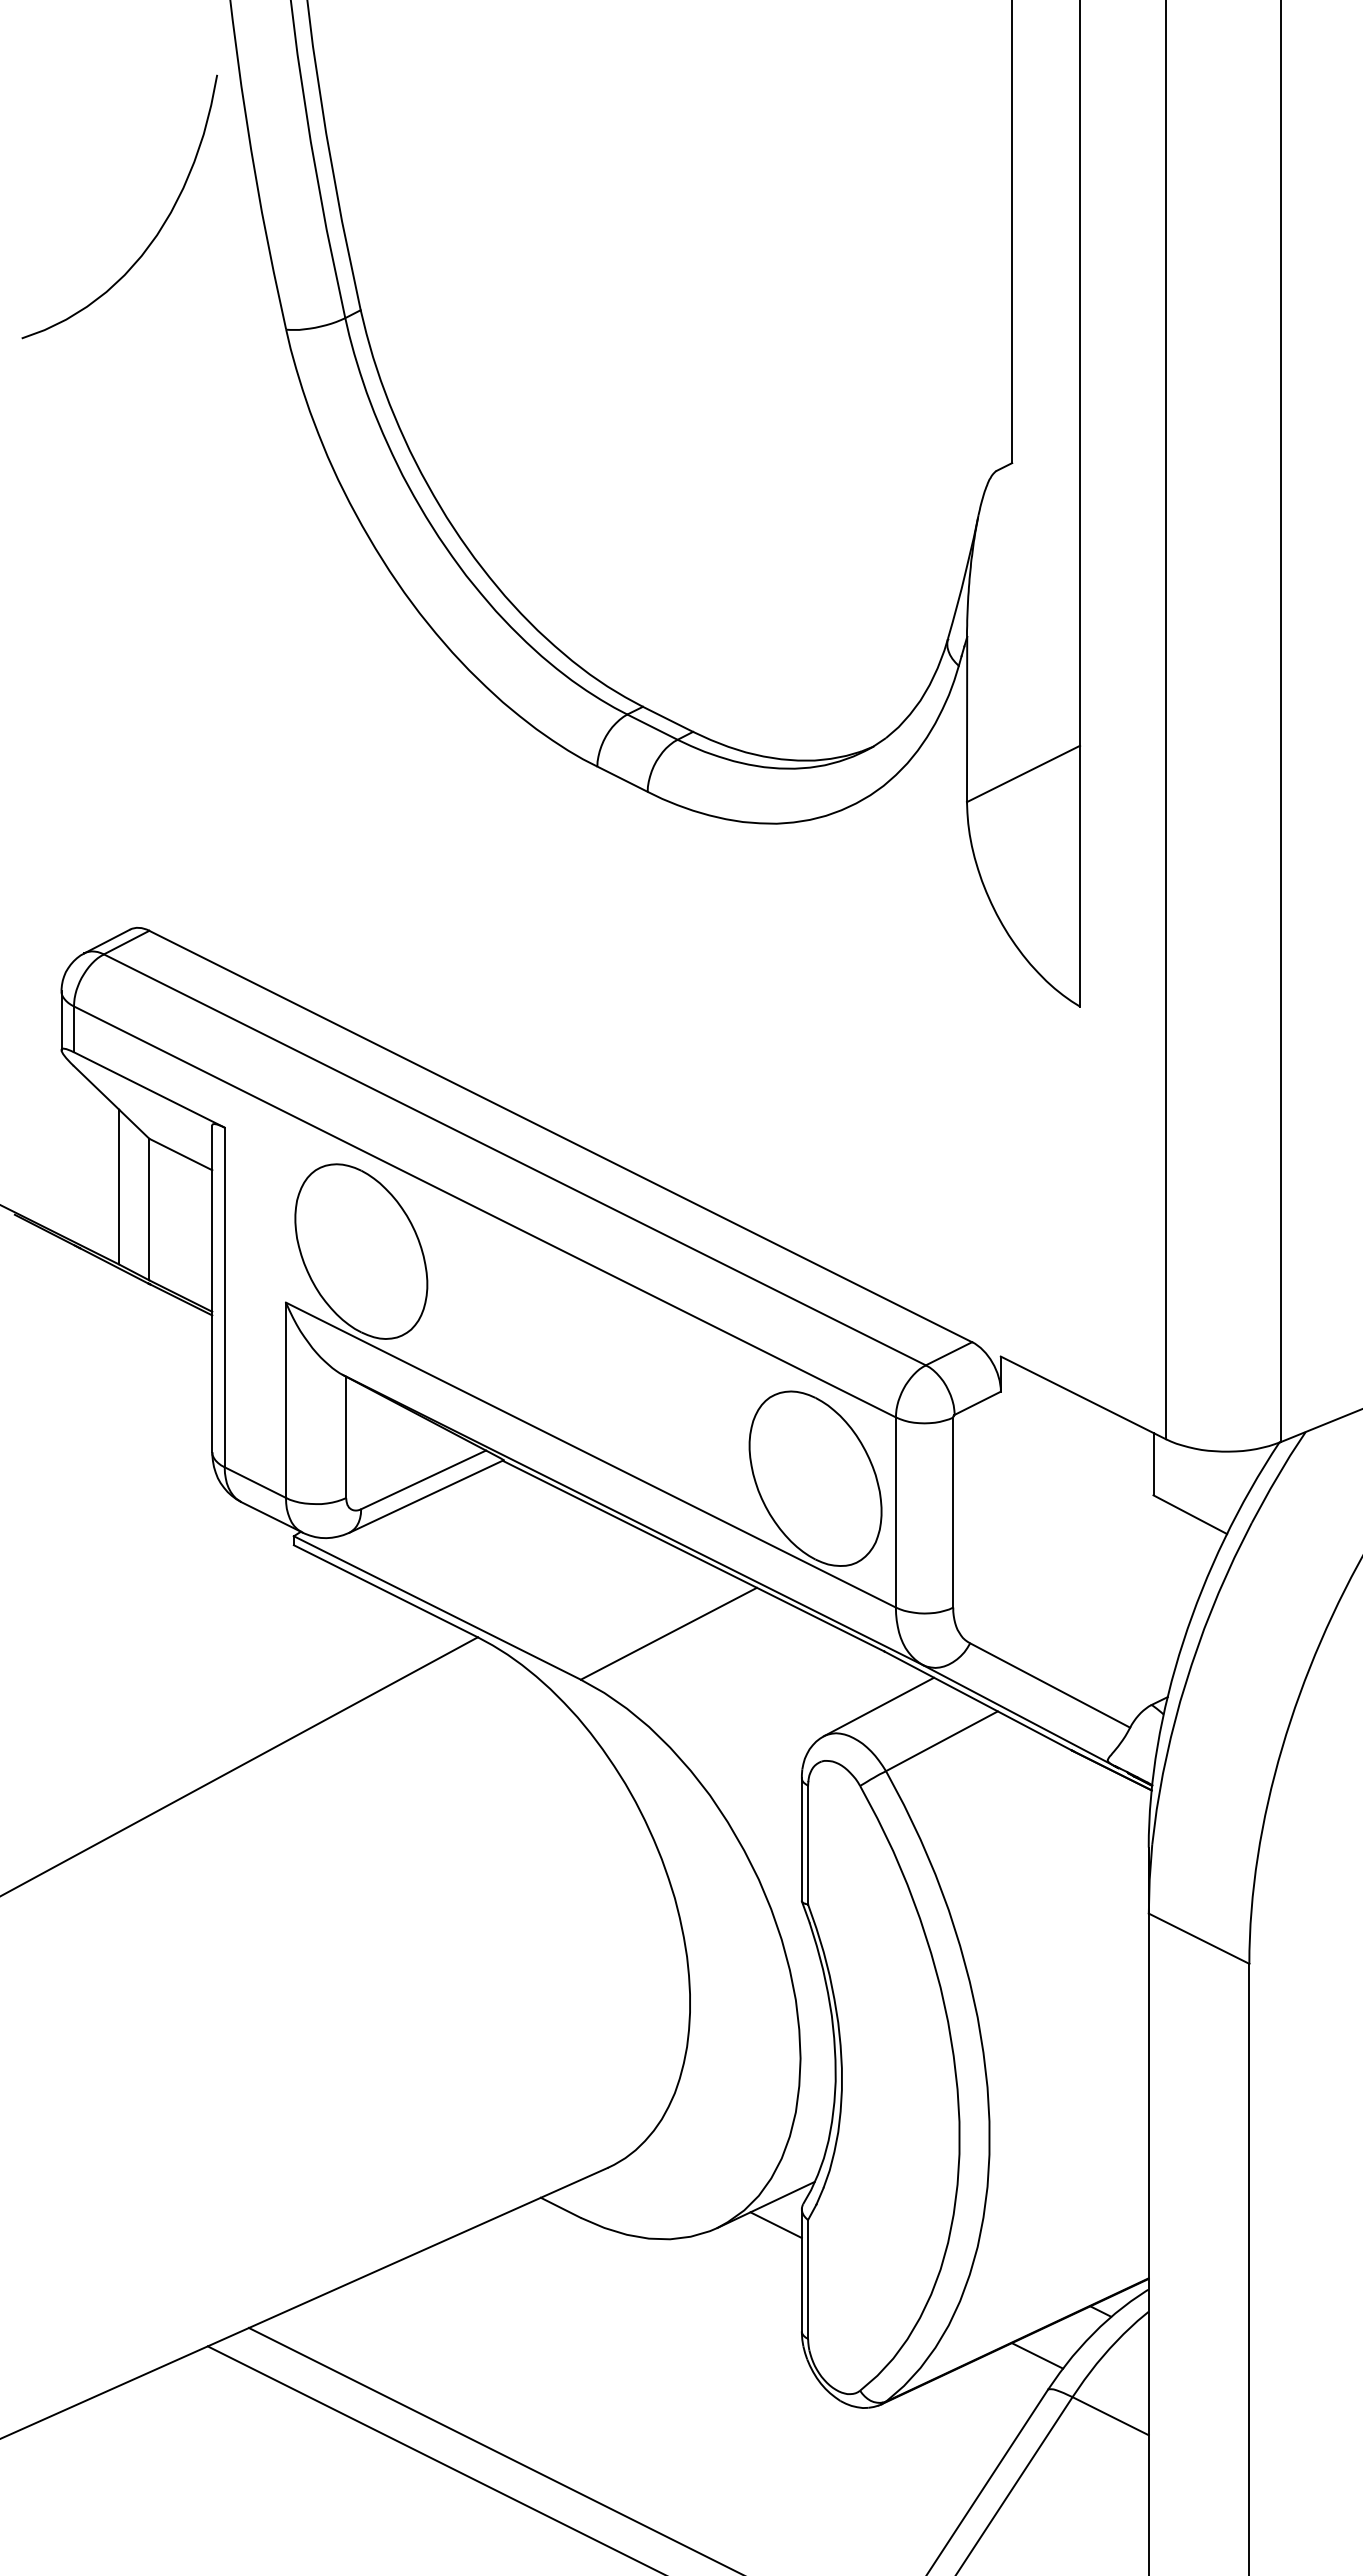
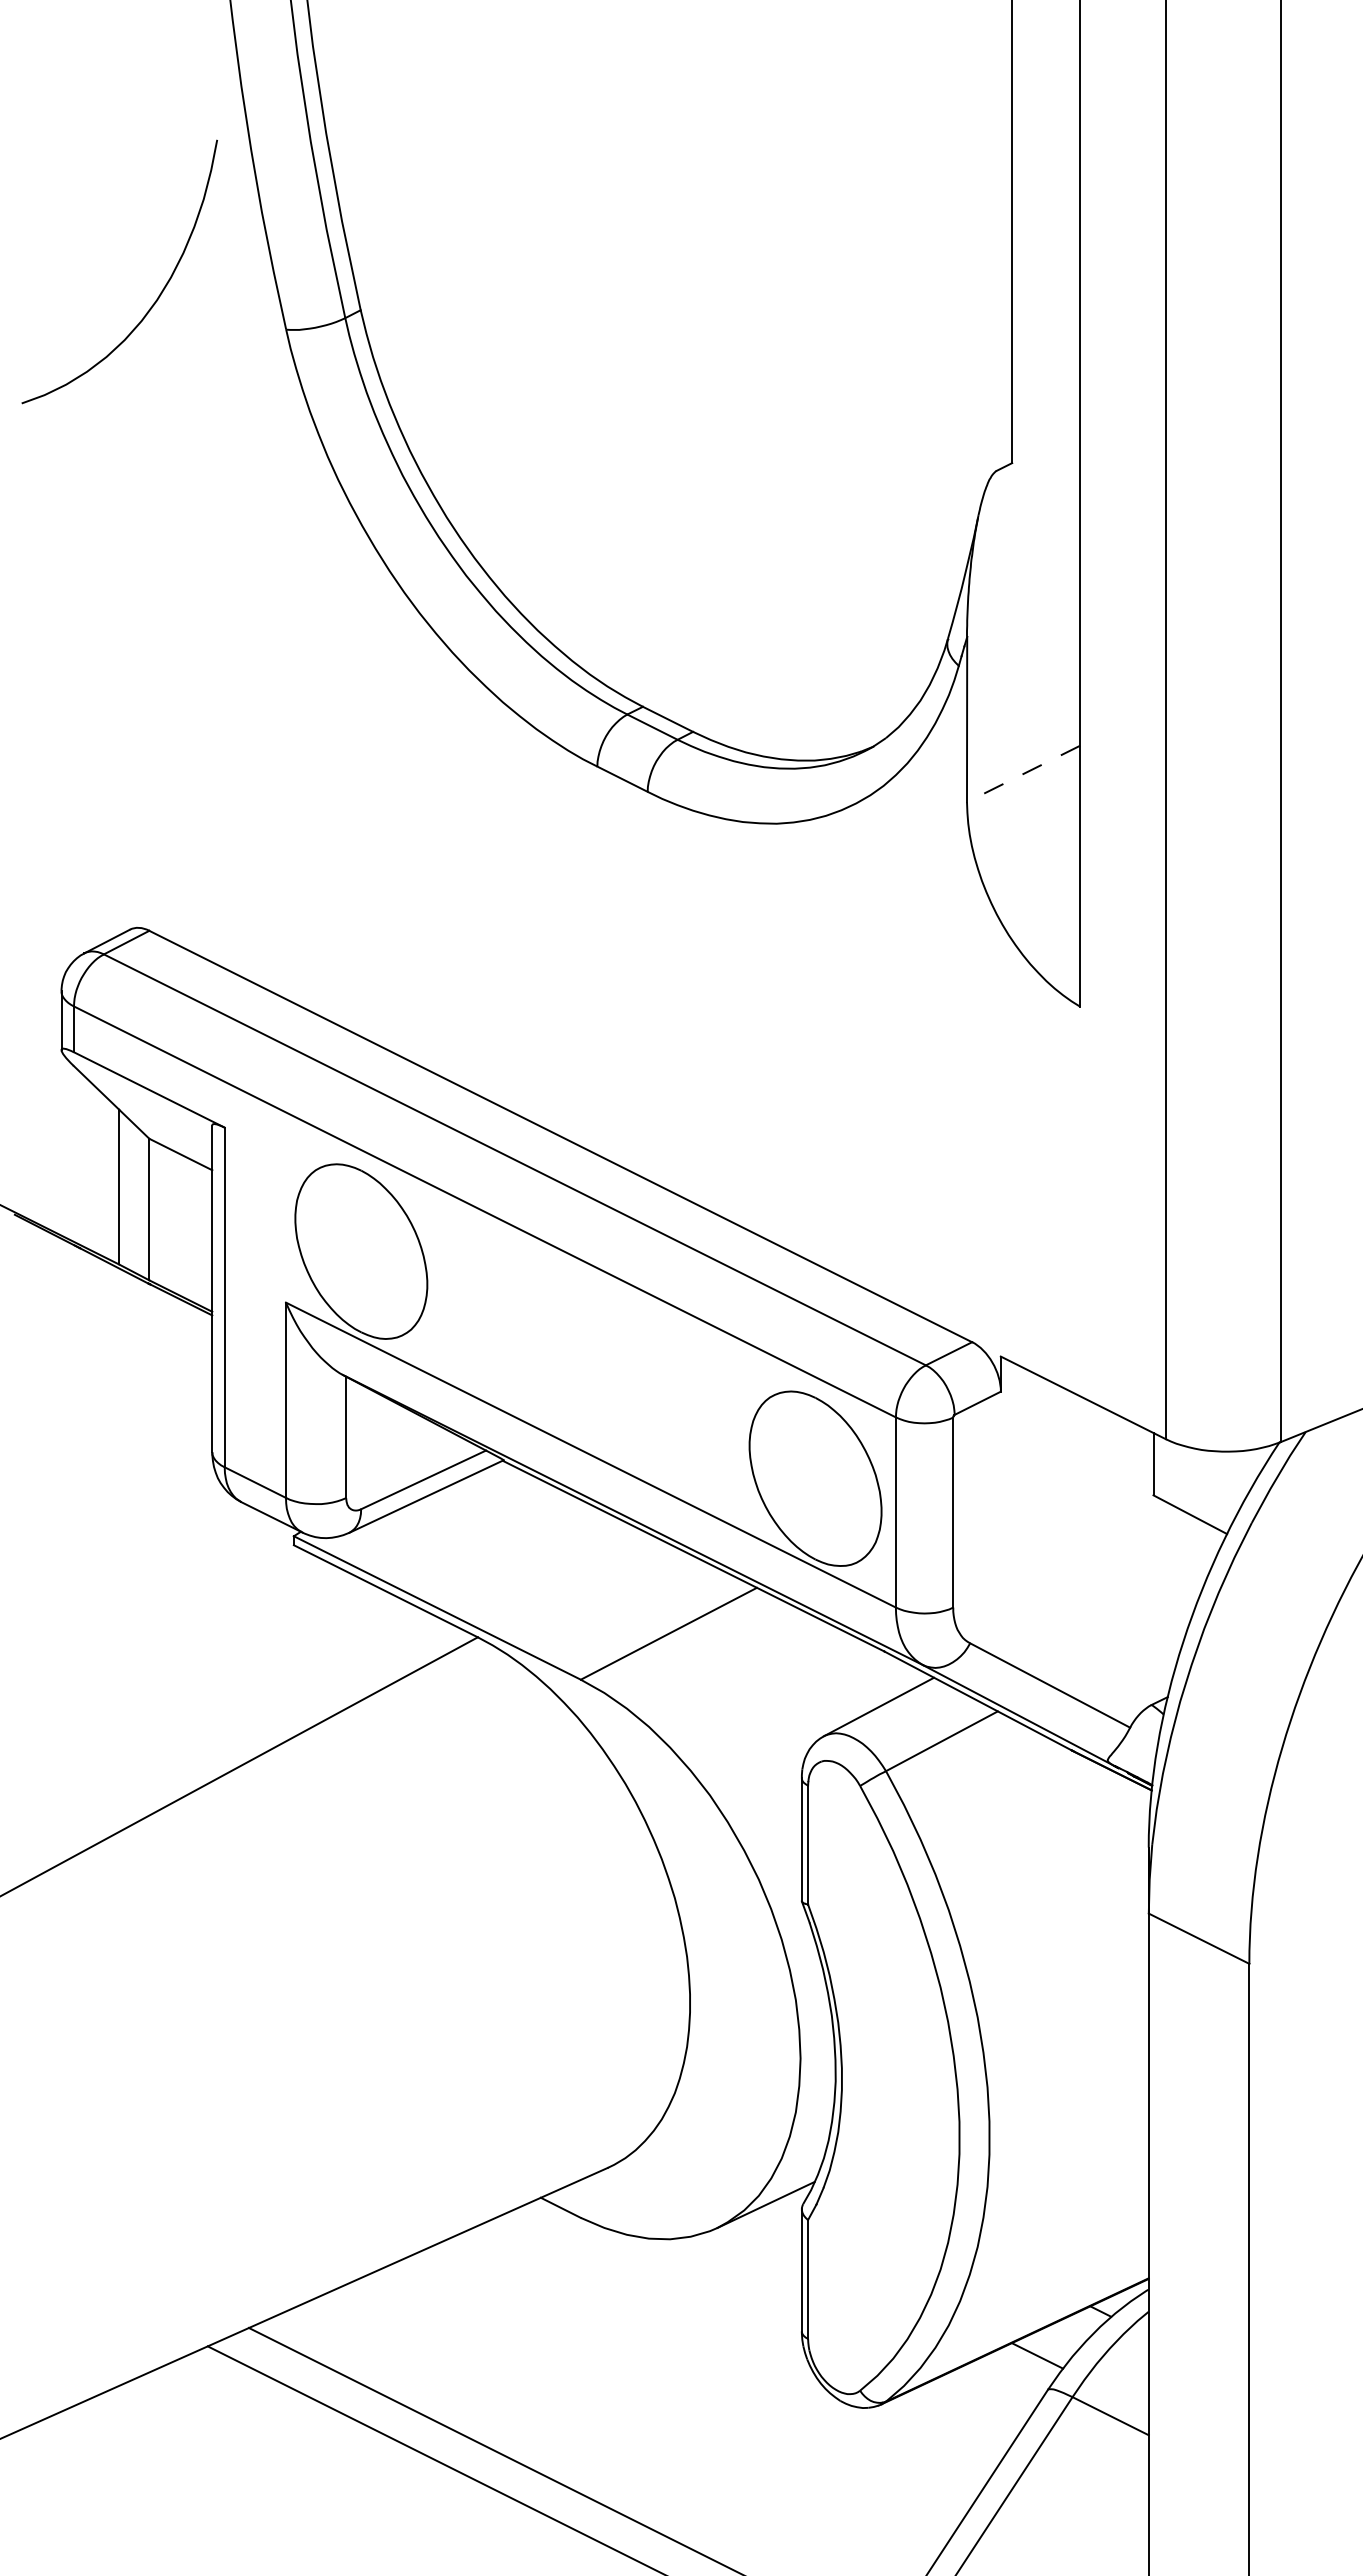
curve at (158, 230) position: (158, 230) -> (158, 295)
line at (1023, 774): solid -> dashed
line at (775, 2225): present -> none
